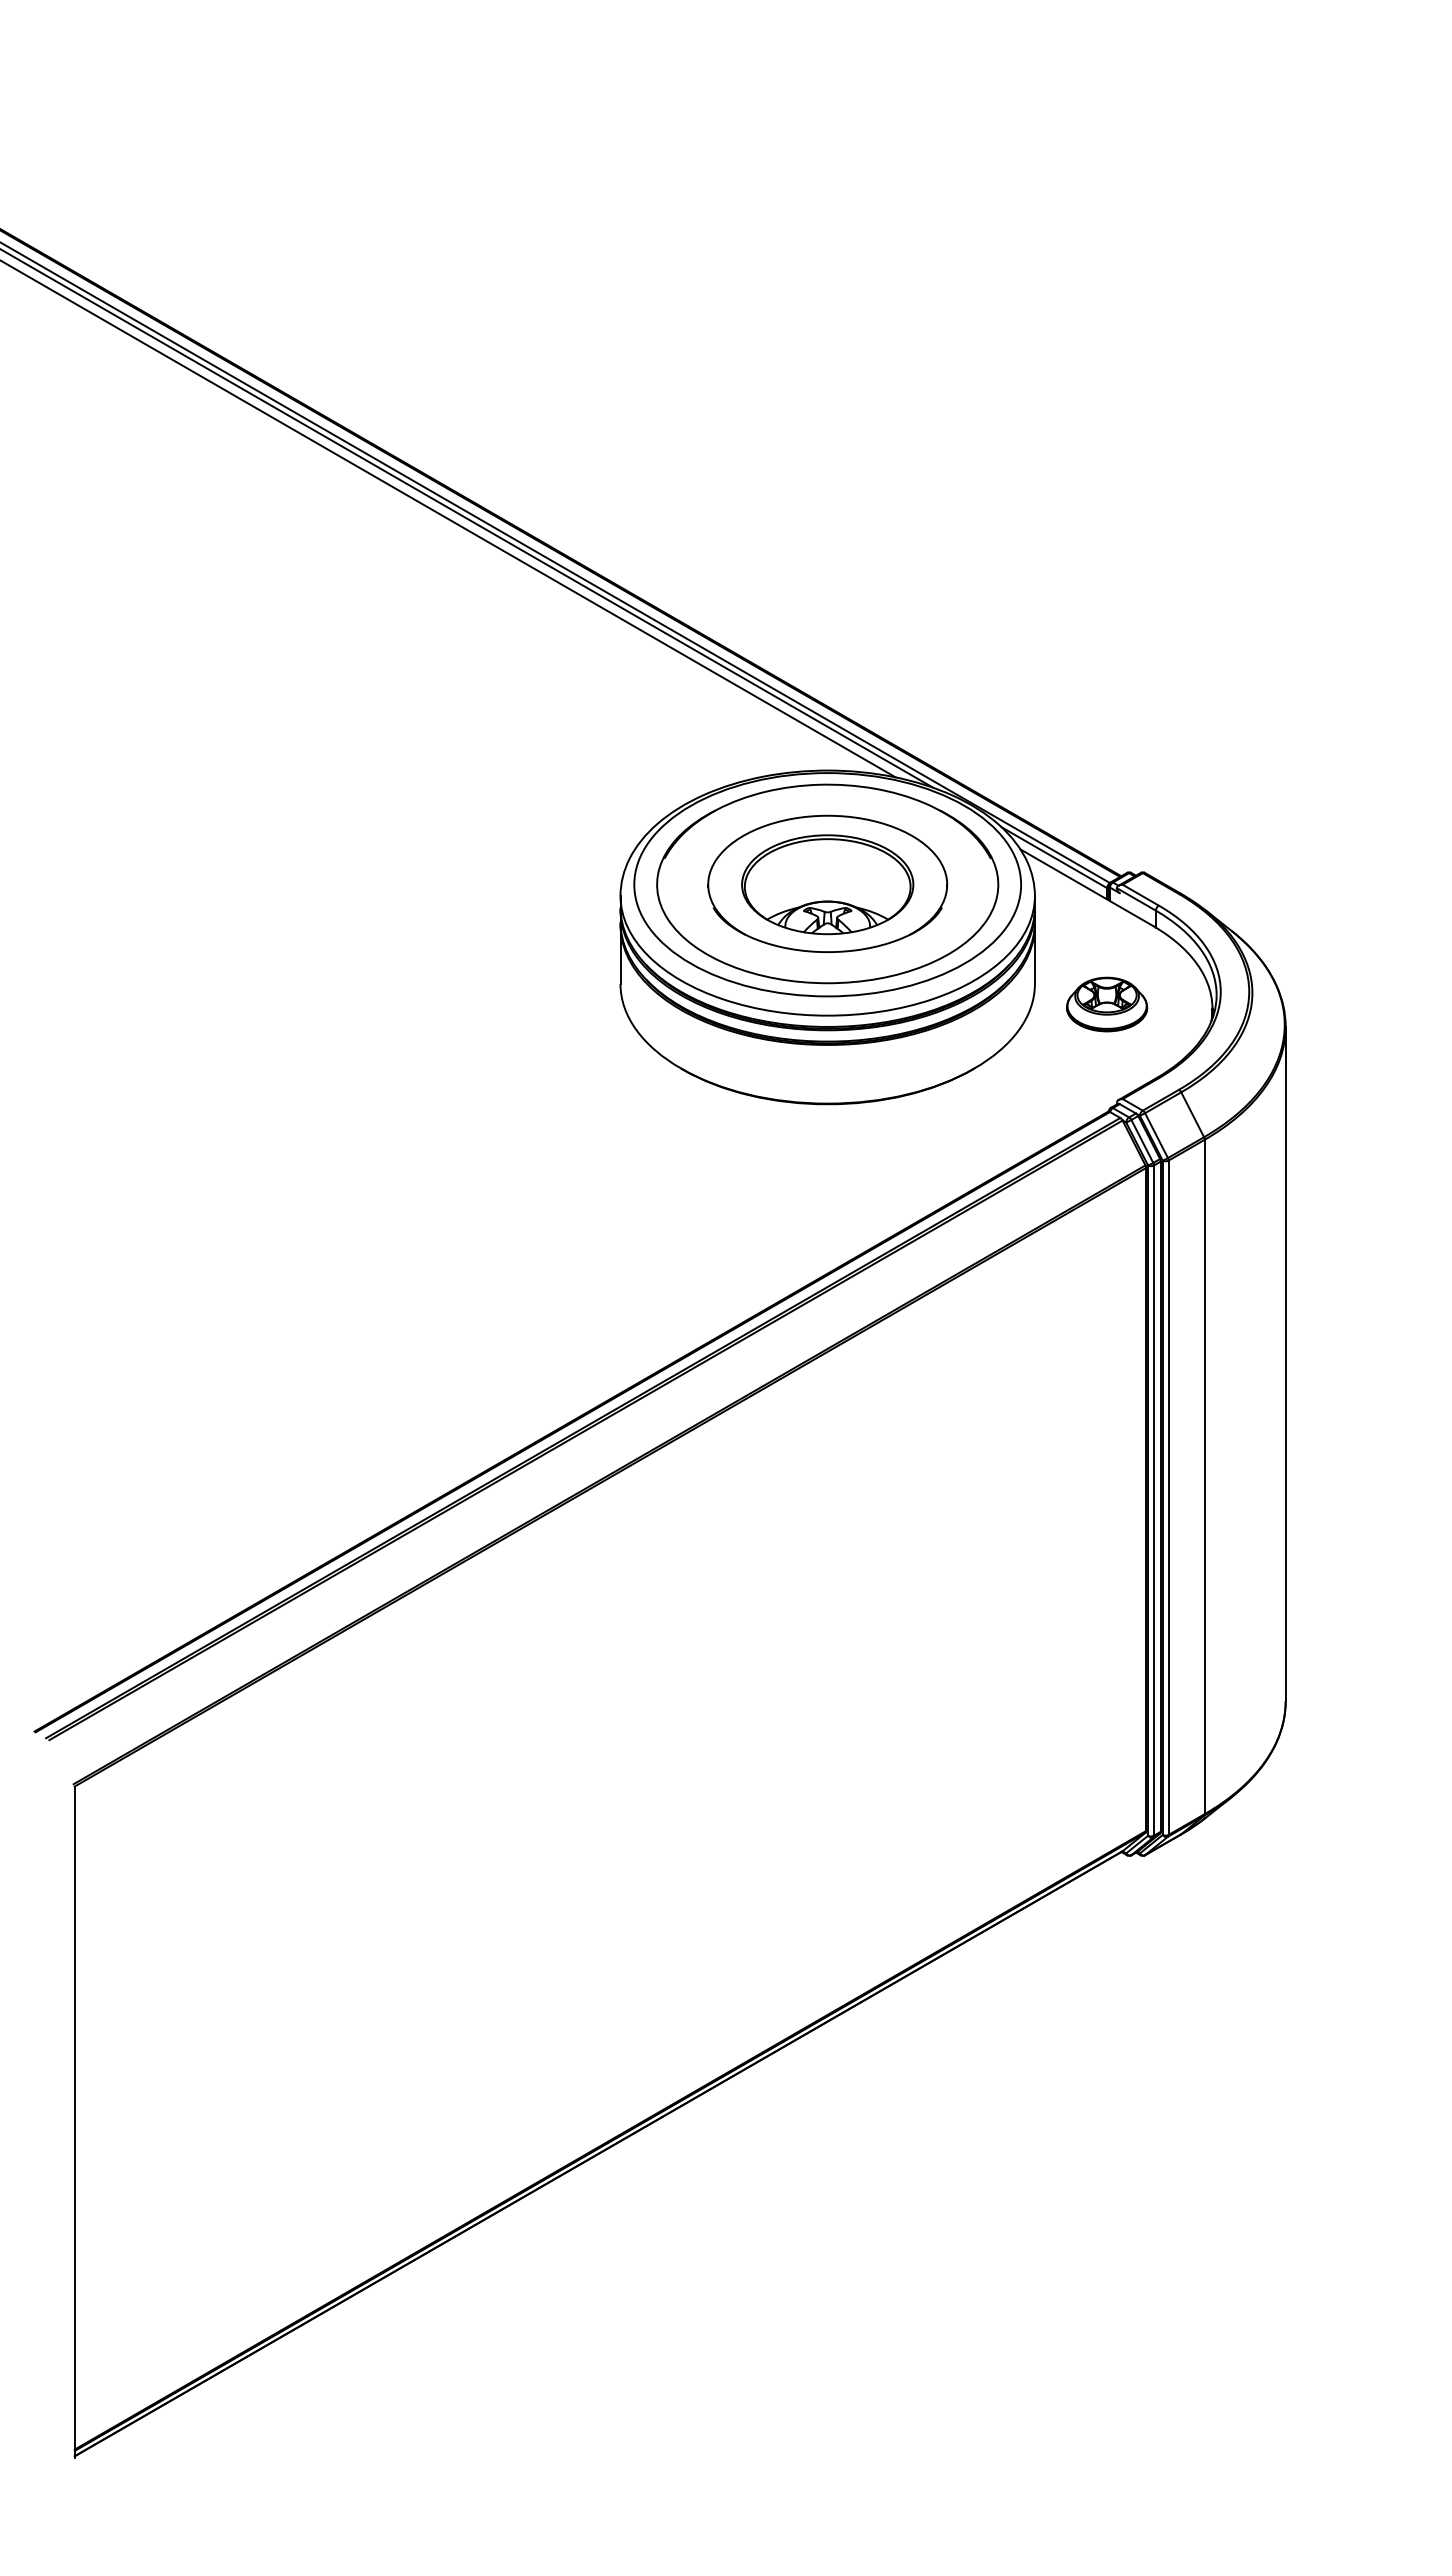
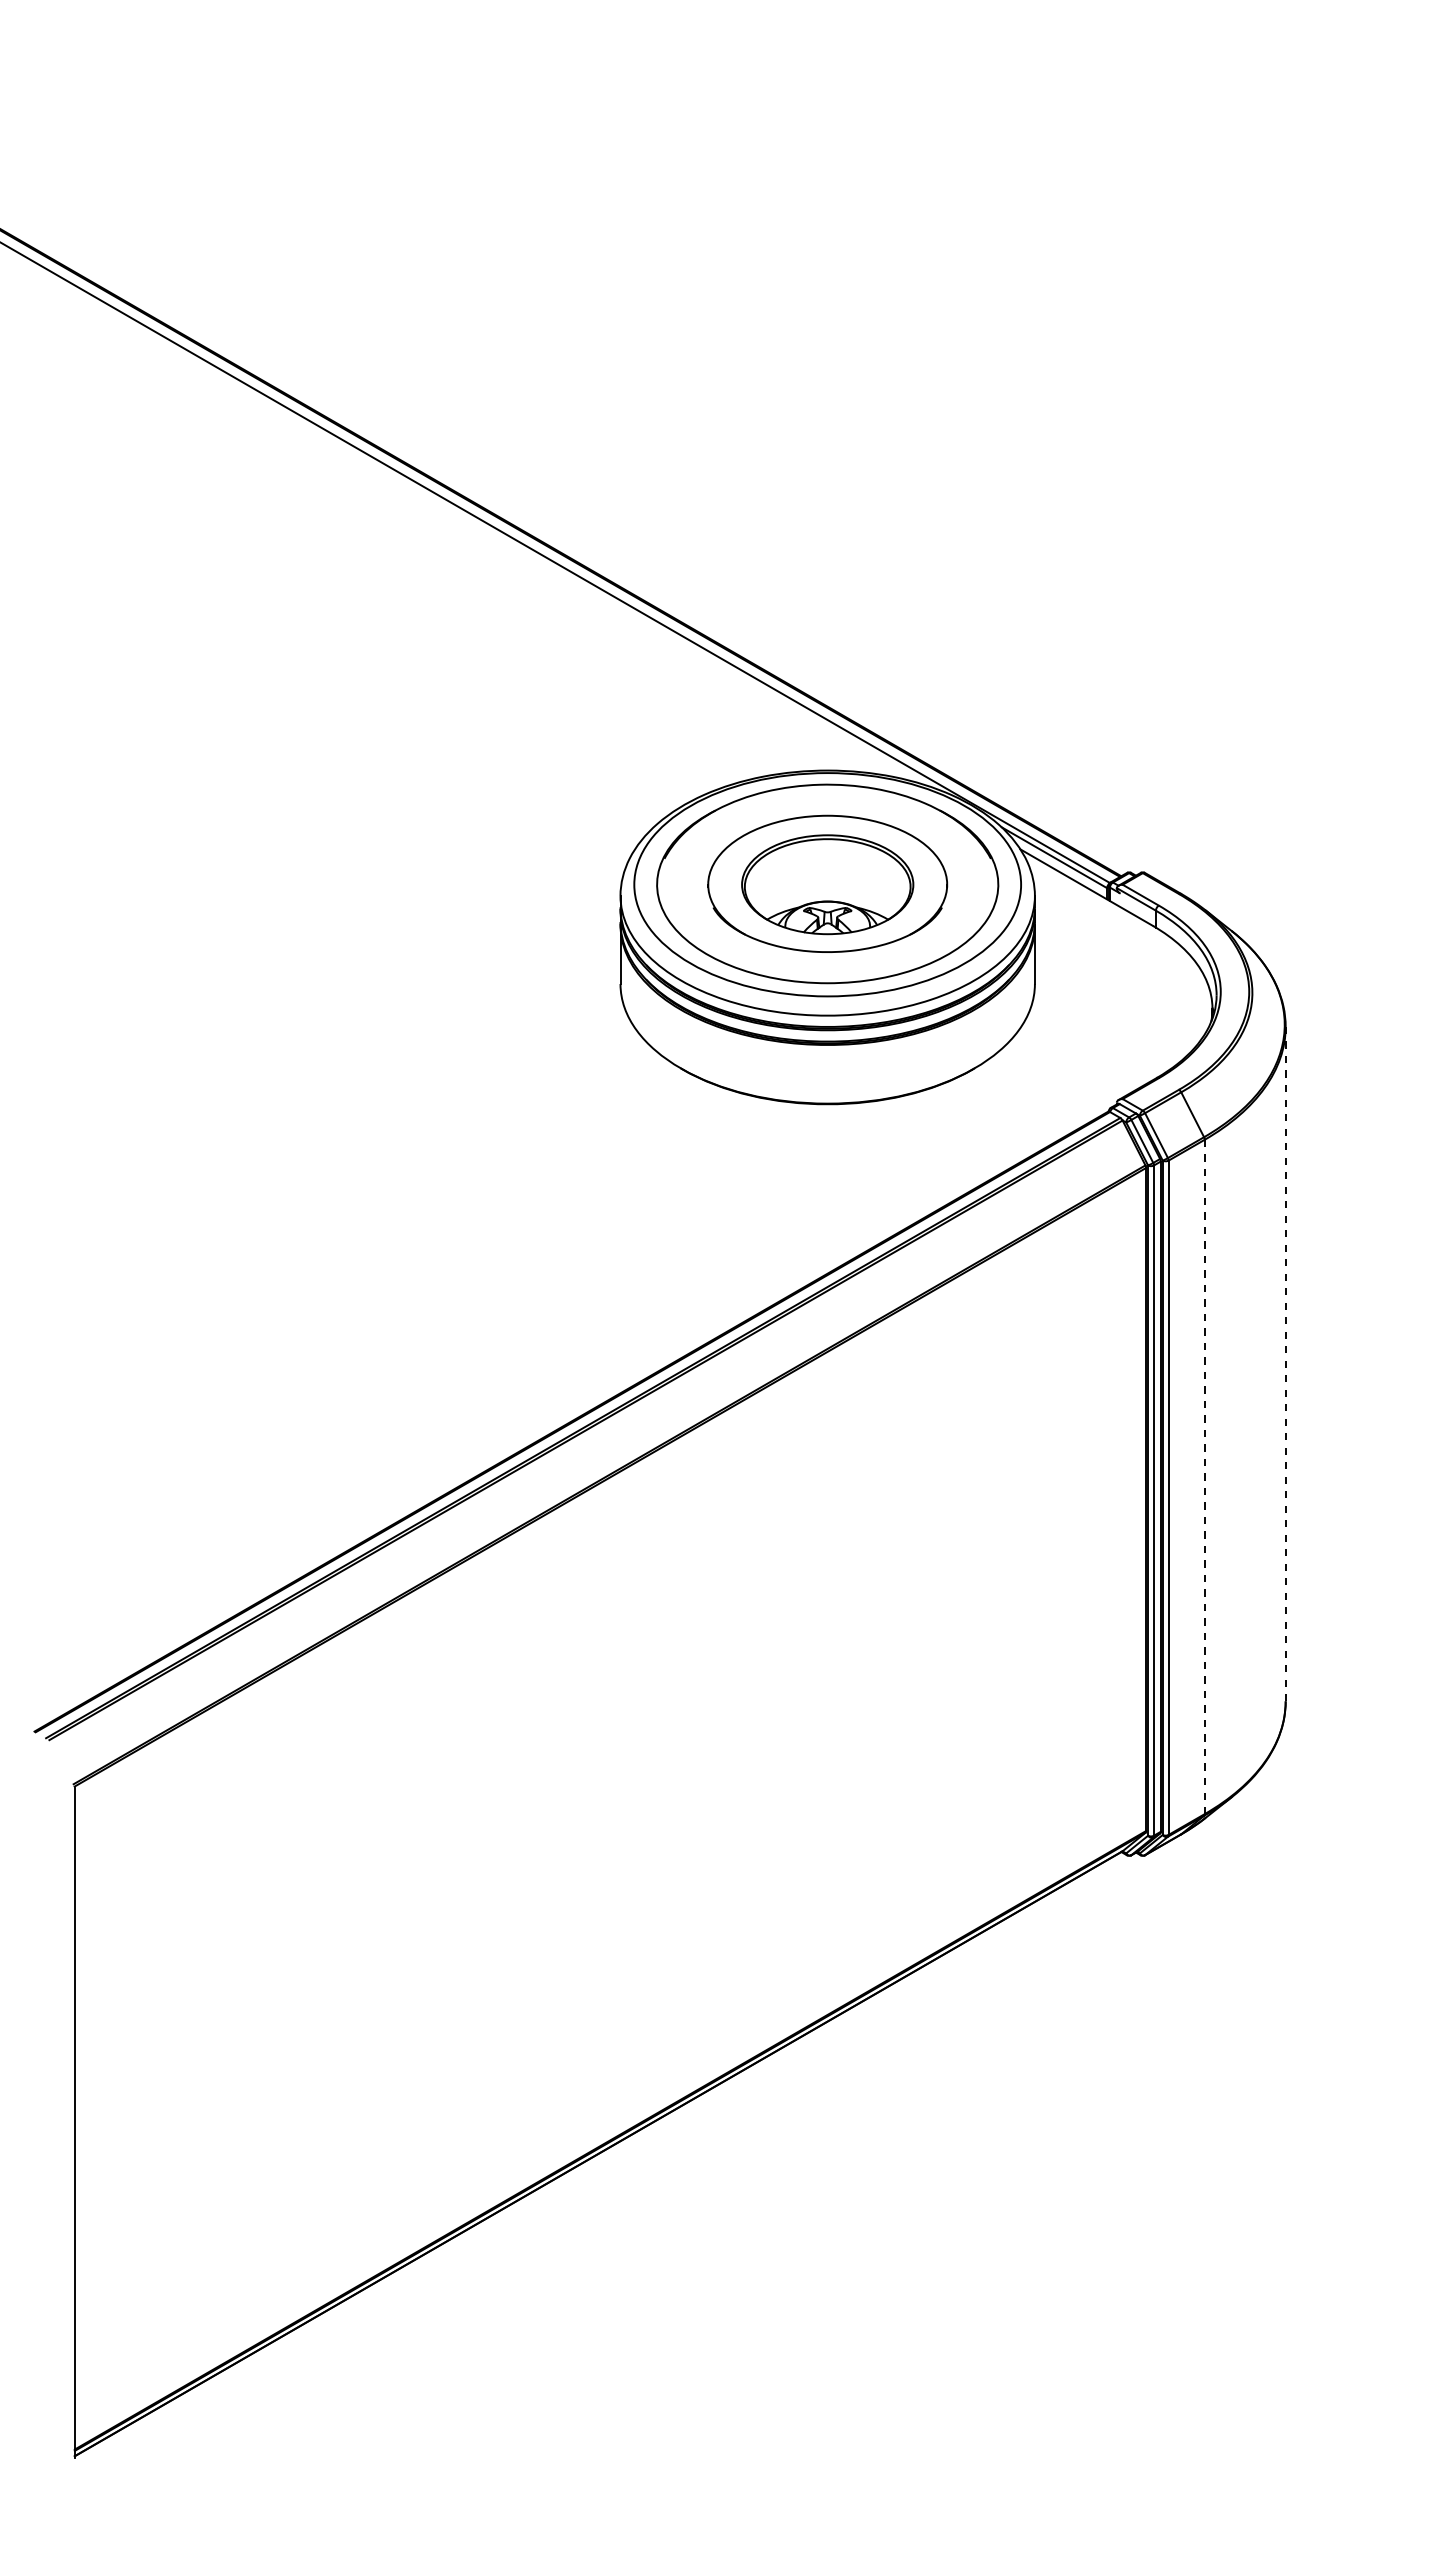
line at (467, 518): present -> none
line at (448, 519): present -> none
part at (1107, 1004): present -> none
line at (1285, 1364): solid -> dashed
line at (1204, 1477): solid -> dashed
